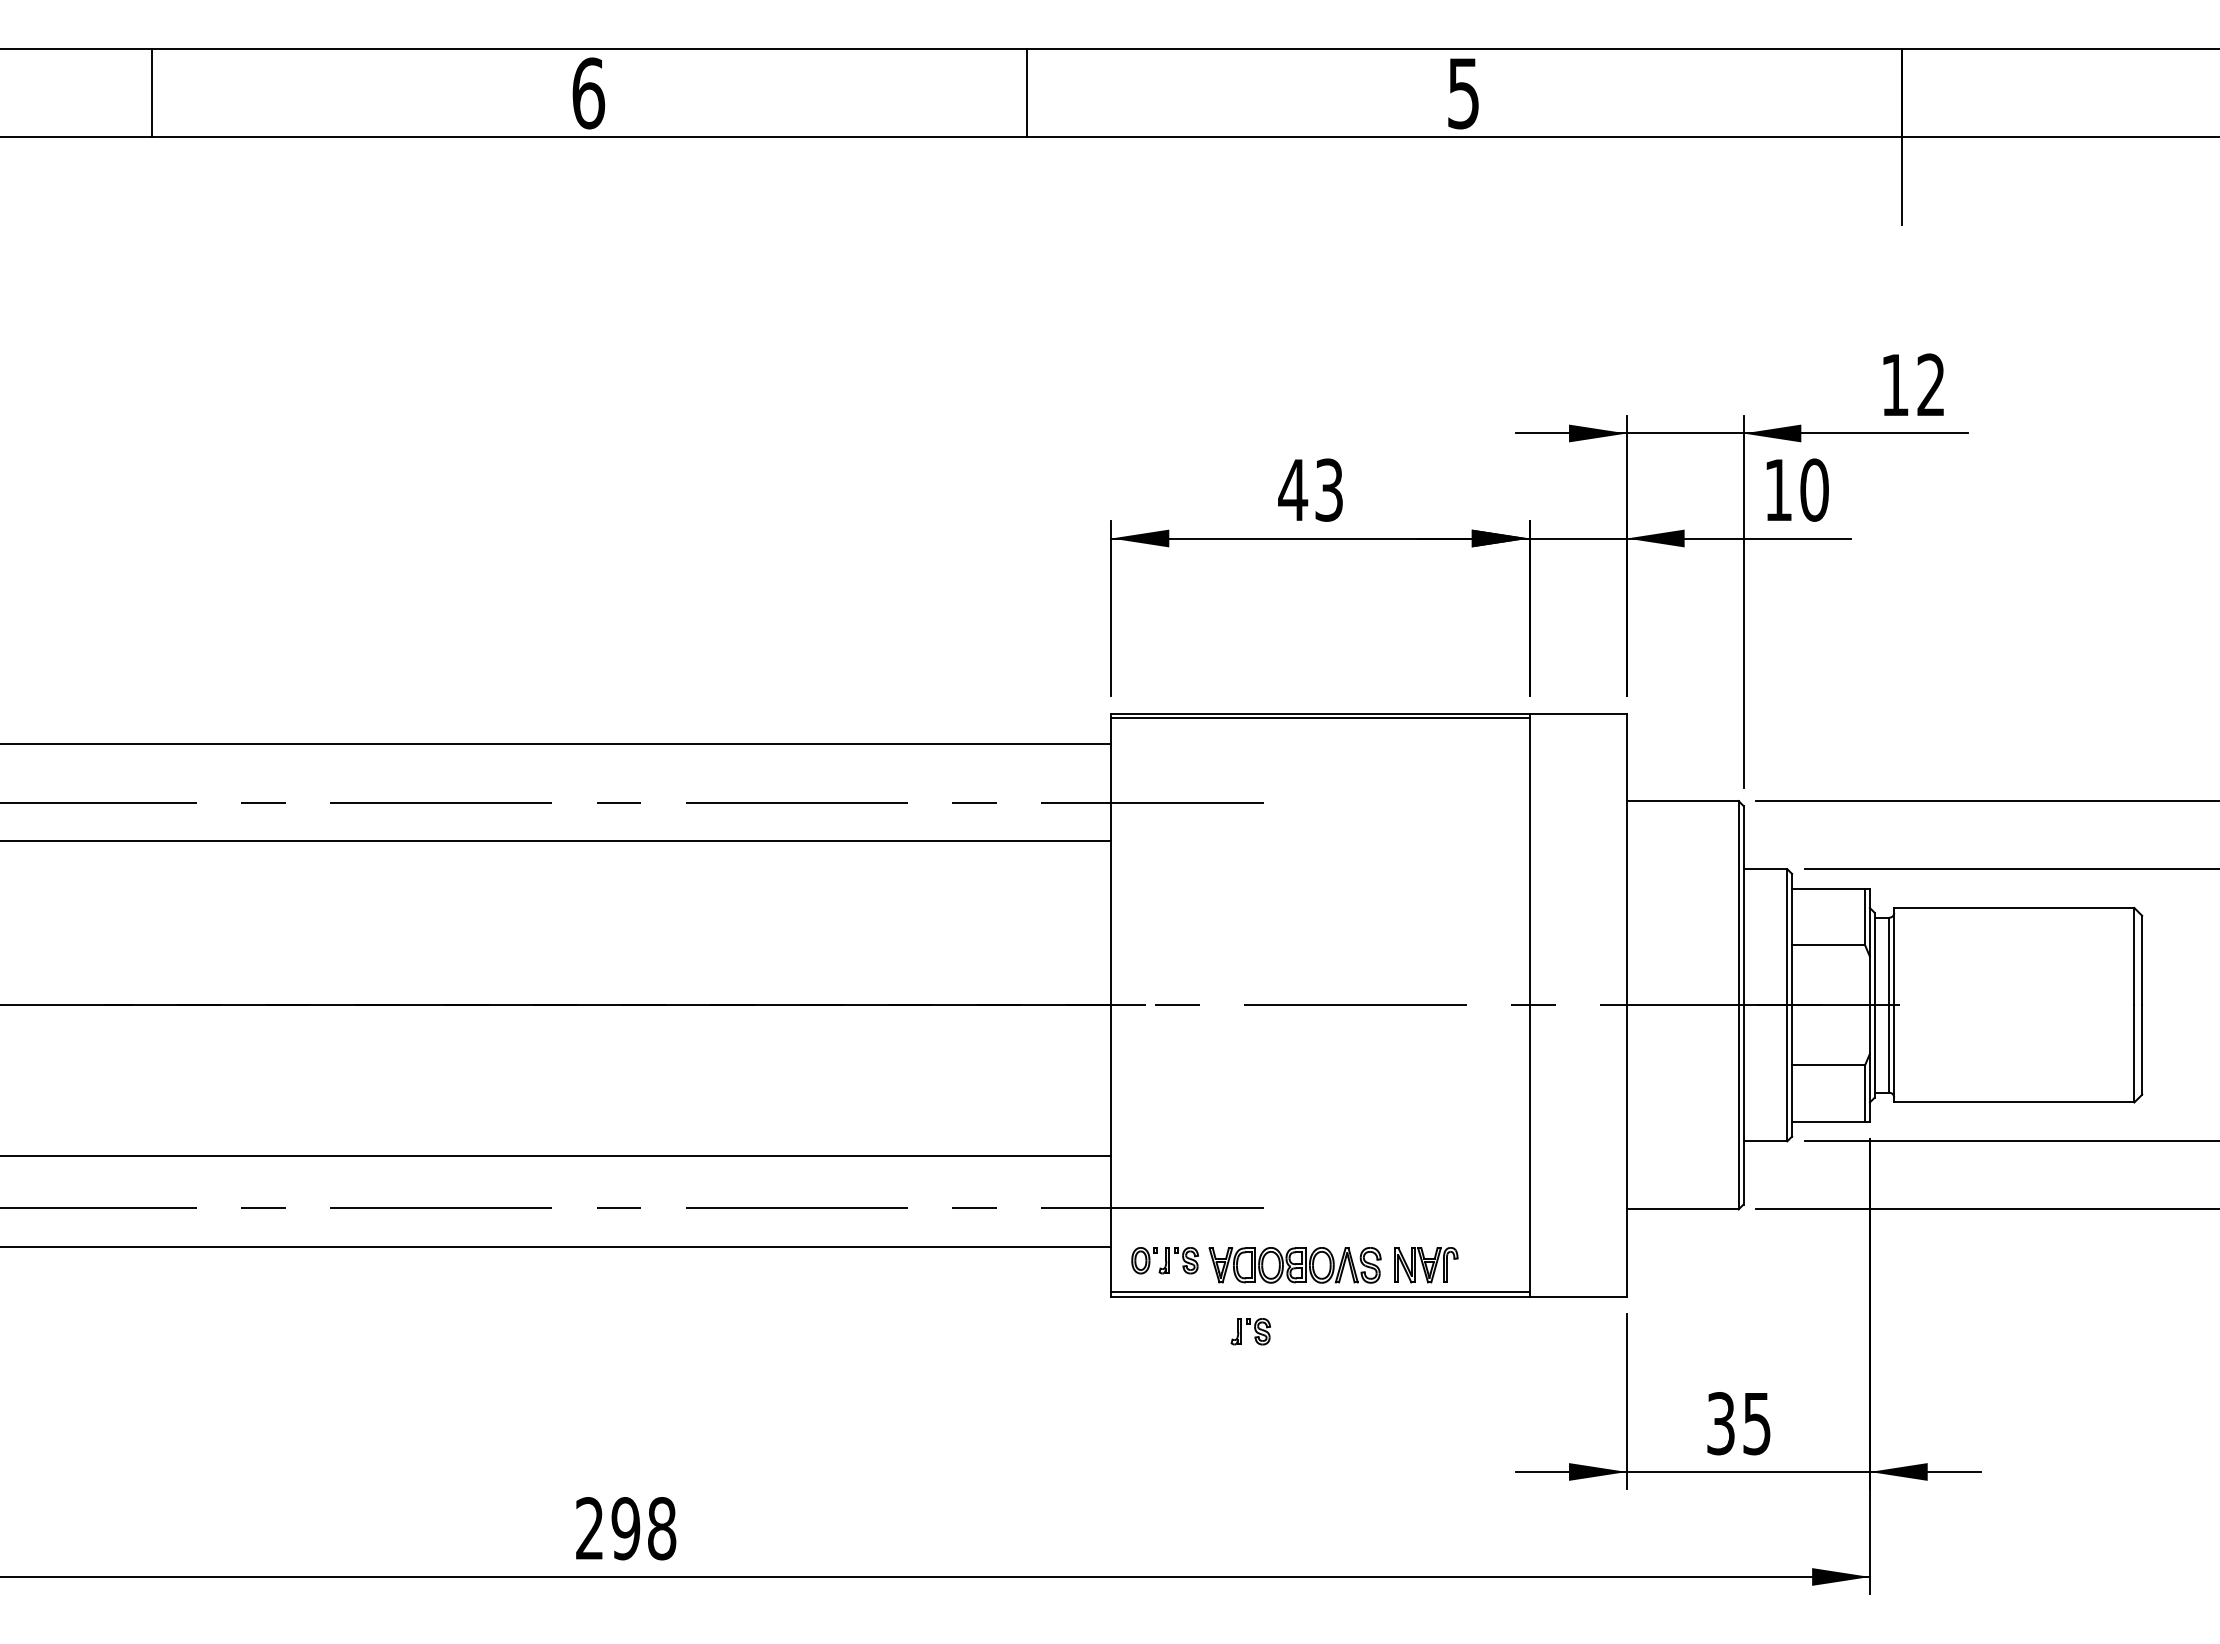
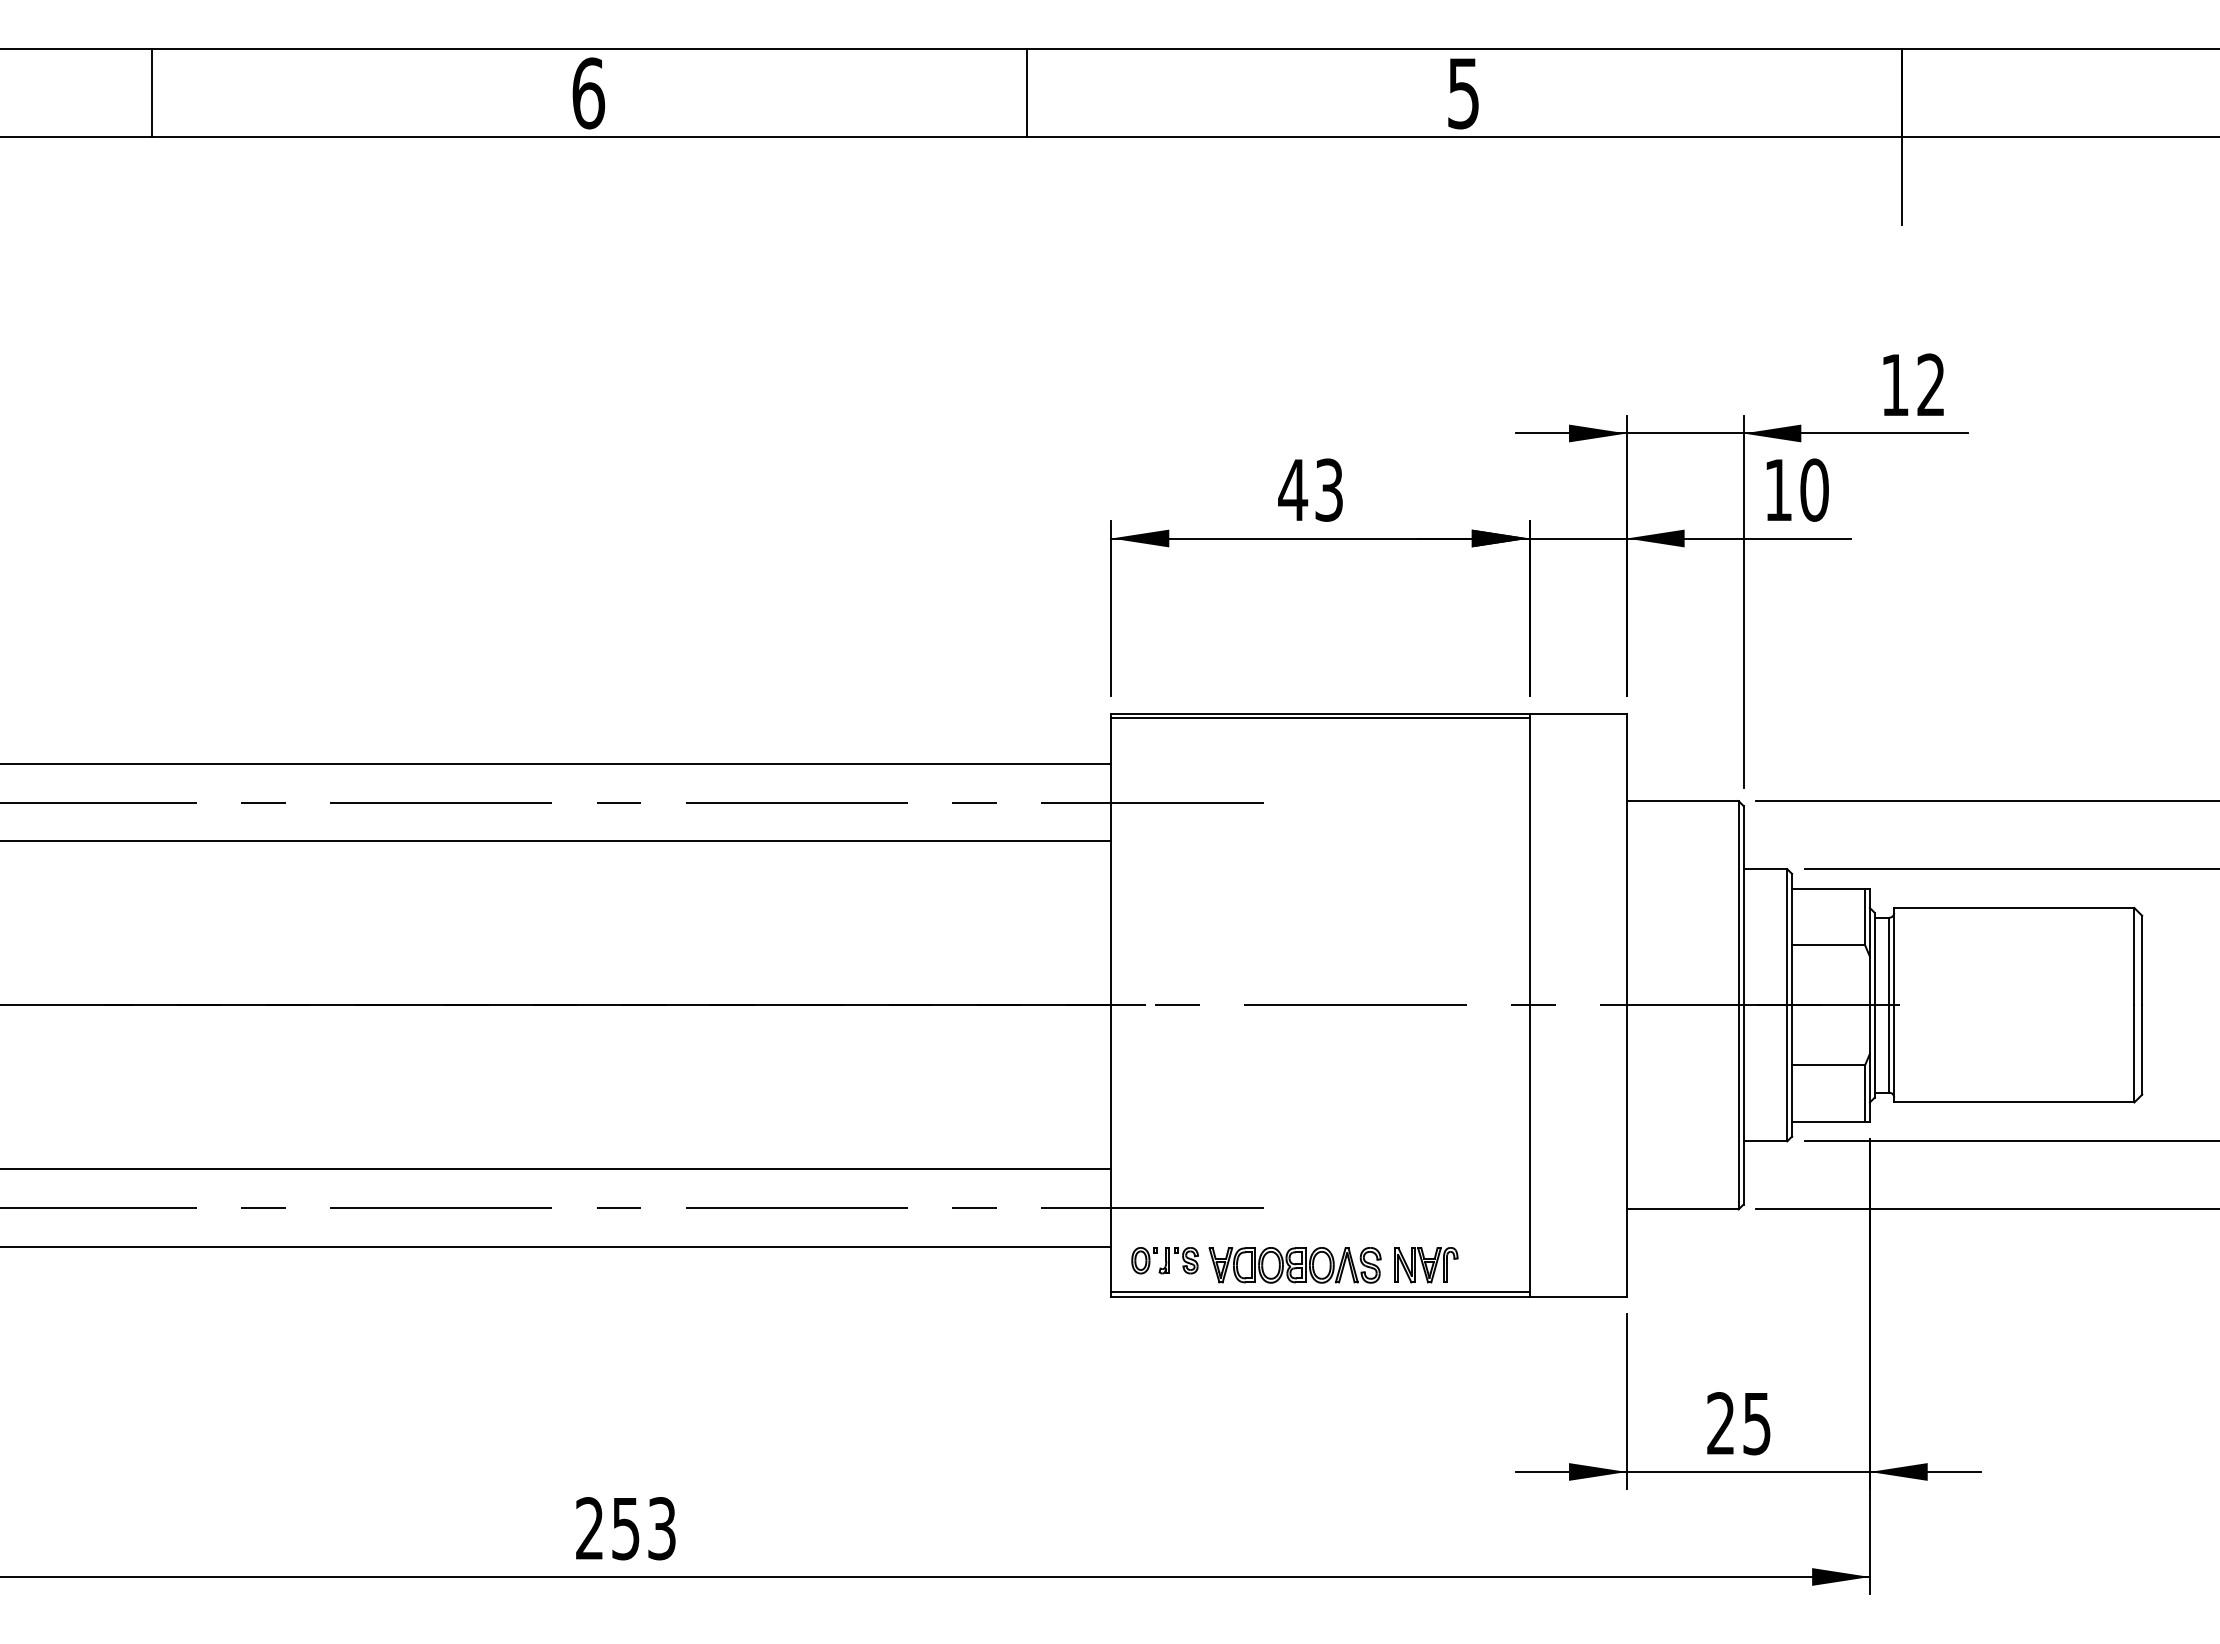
line at (556, 743) position: (556, 743) -> (556, 763)
line at (556, 1156) position: (556, 1156) -> (556, 1169)
part at (1250, 1331): present -> none
text at (1720, 1423): 35 -> 25
text at (643, 1528): 298 -> 253
